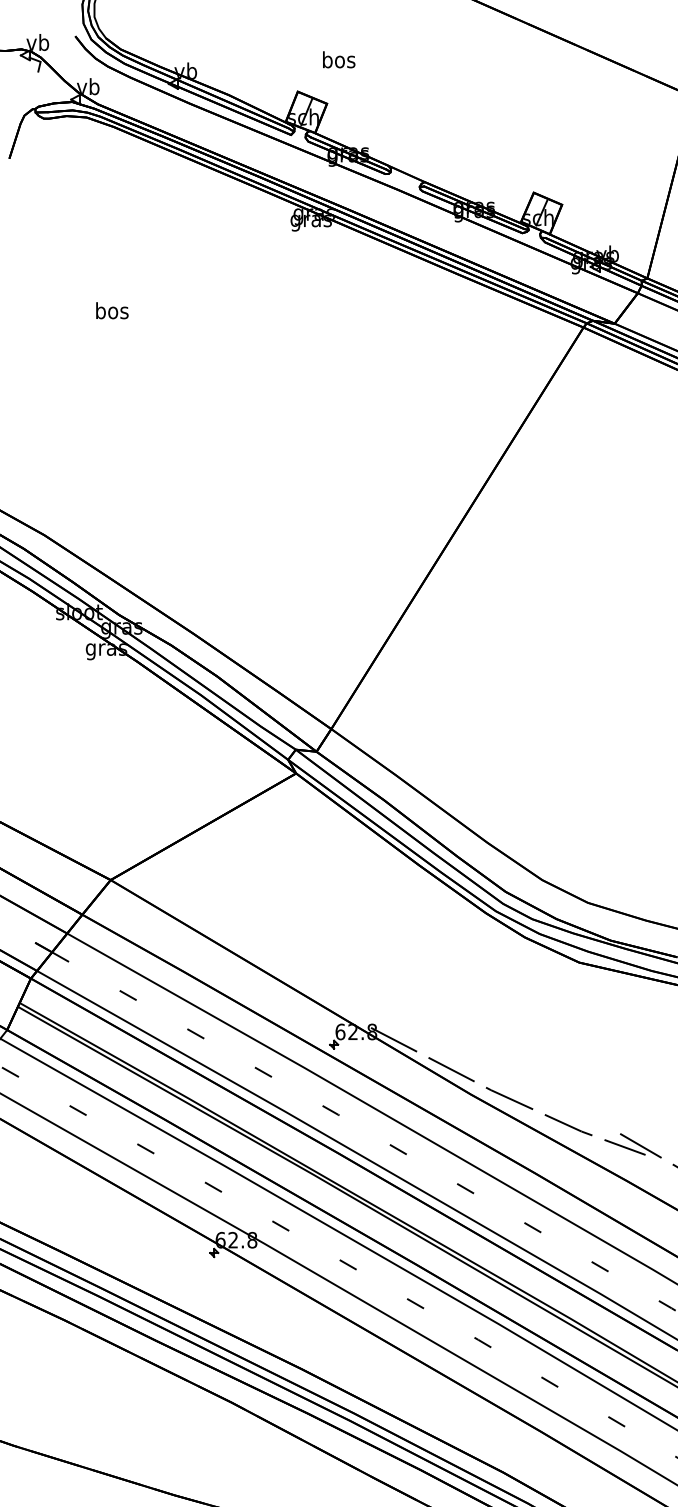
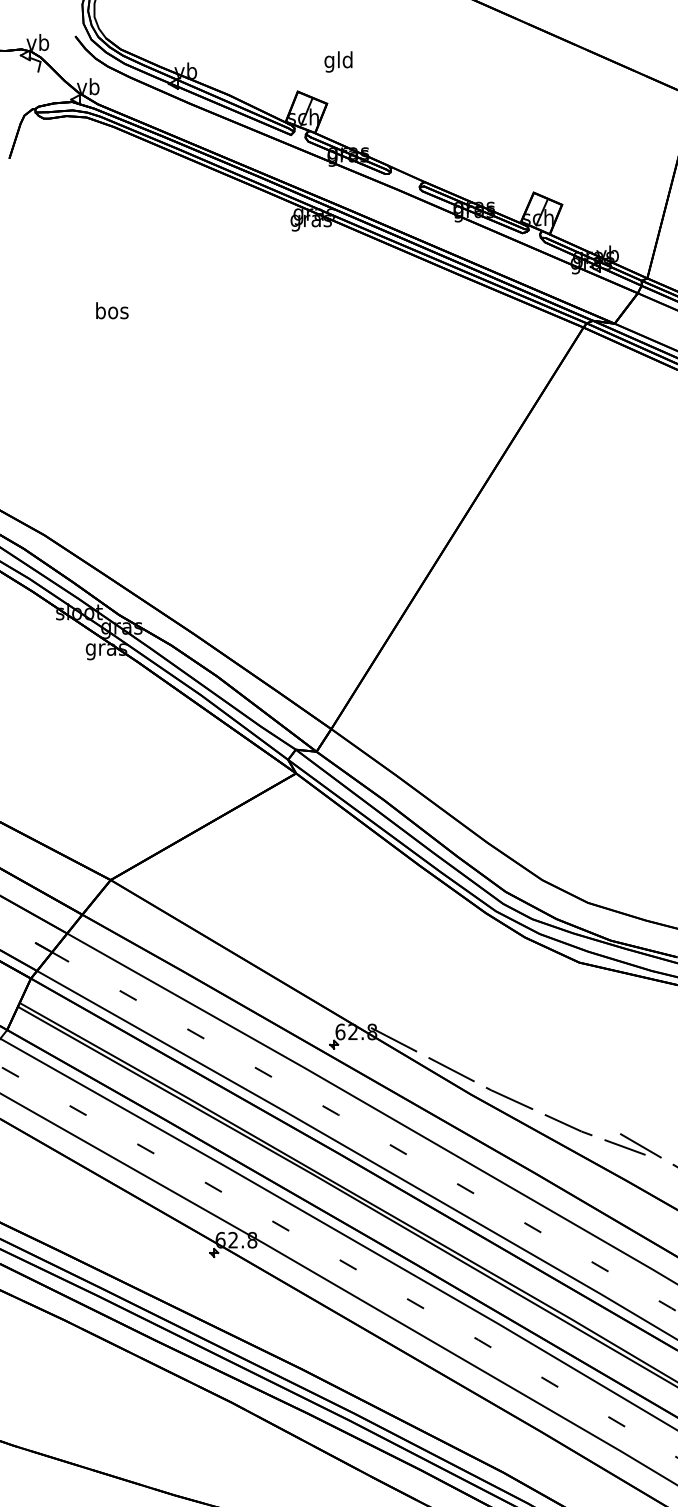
text at (339, 61): bos -> gld
